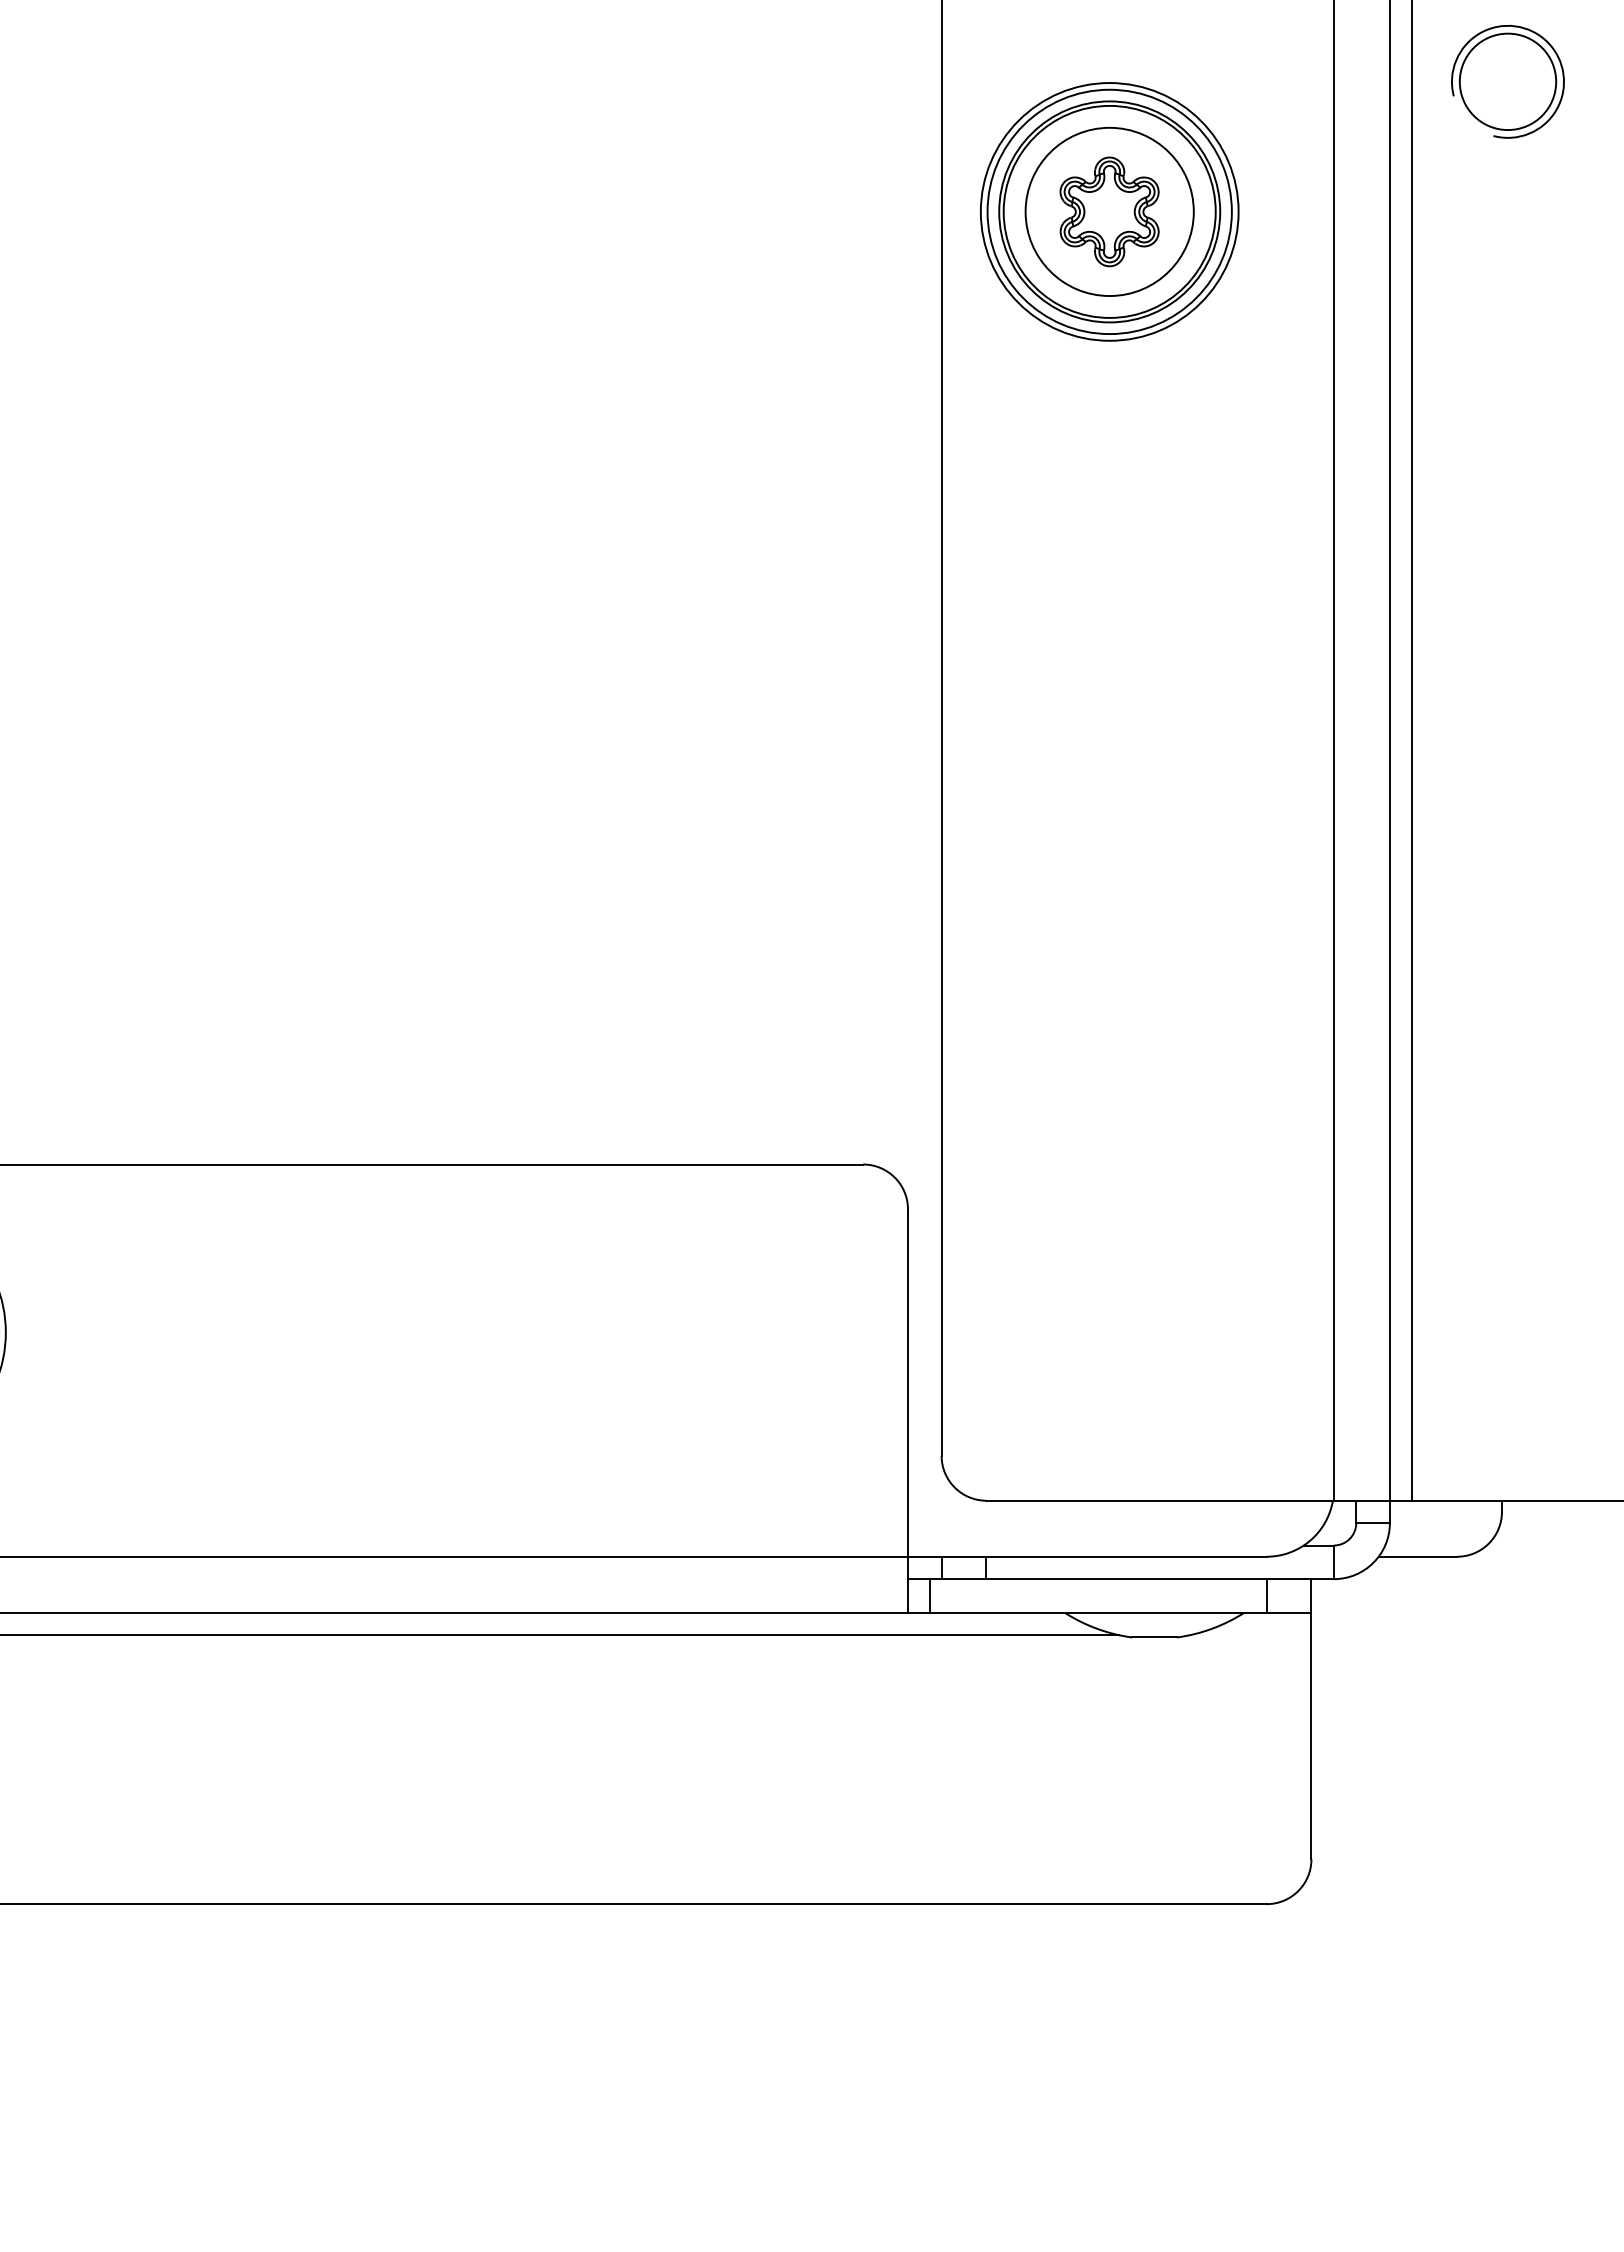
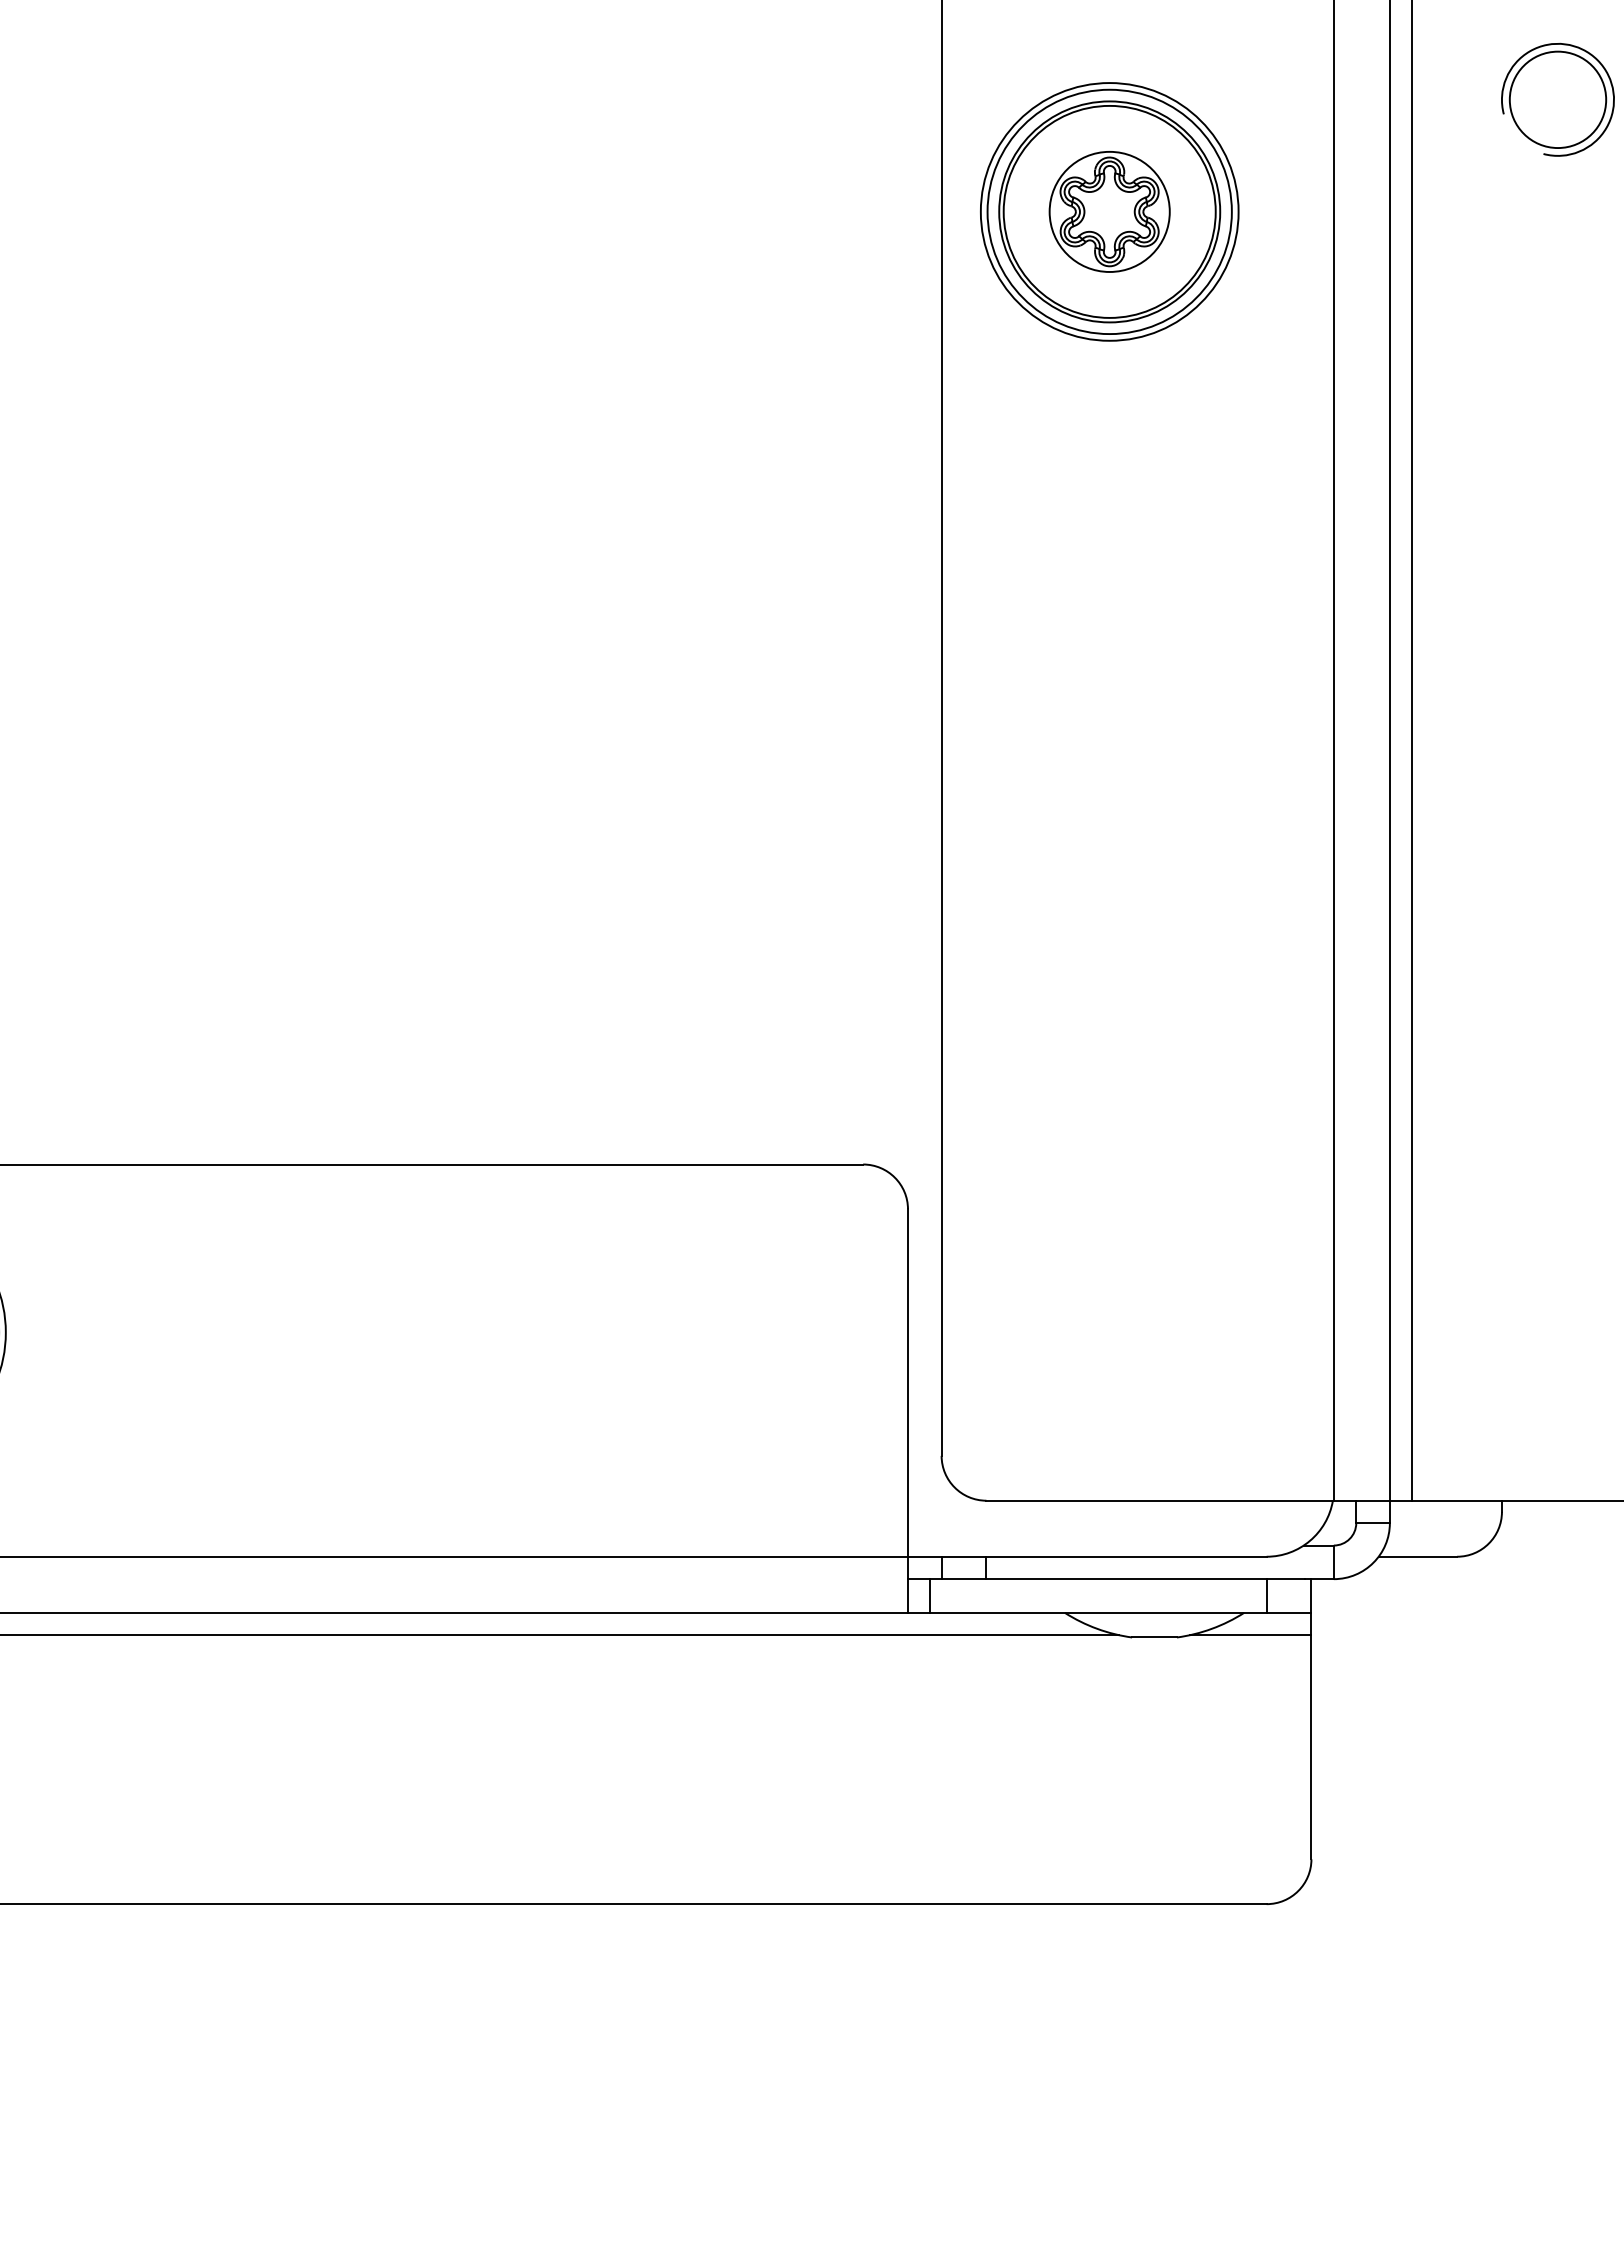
part at (1507, 81) position: (1507, 81) -> (1557, 99)
circle at (1109, 211) diameter: 168 px -> 120 px
line at (1250, 1635): none -> present
